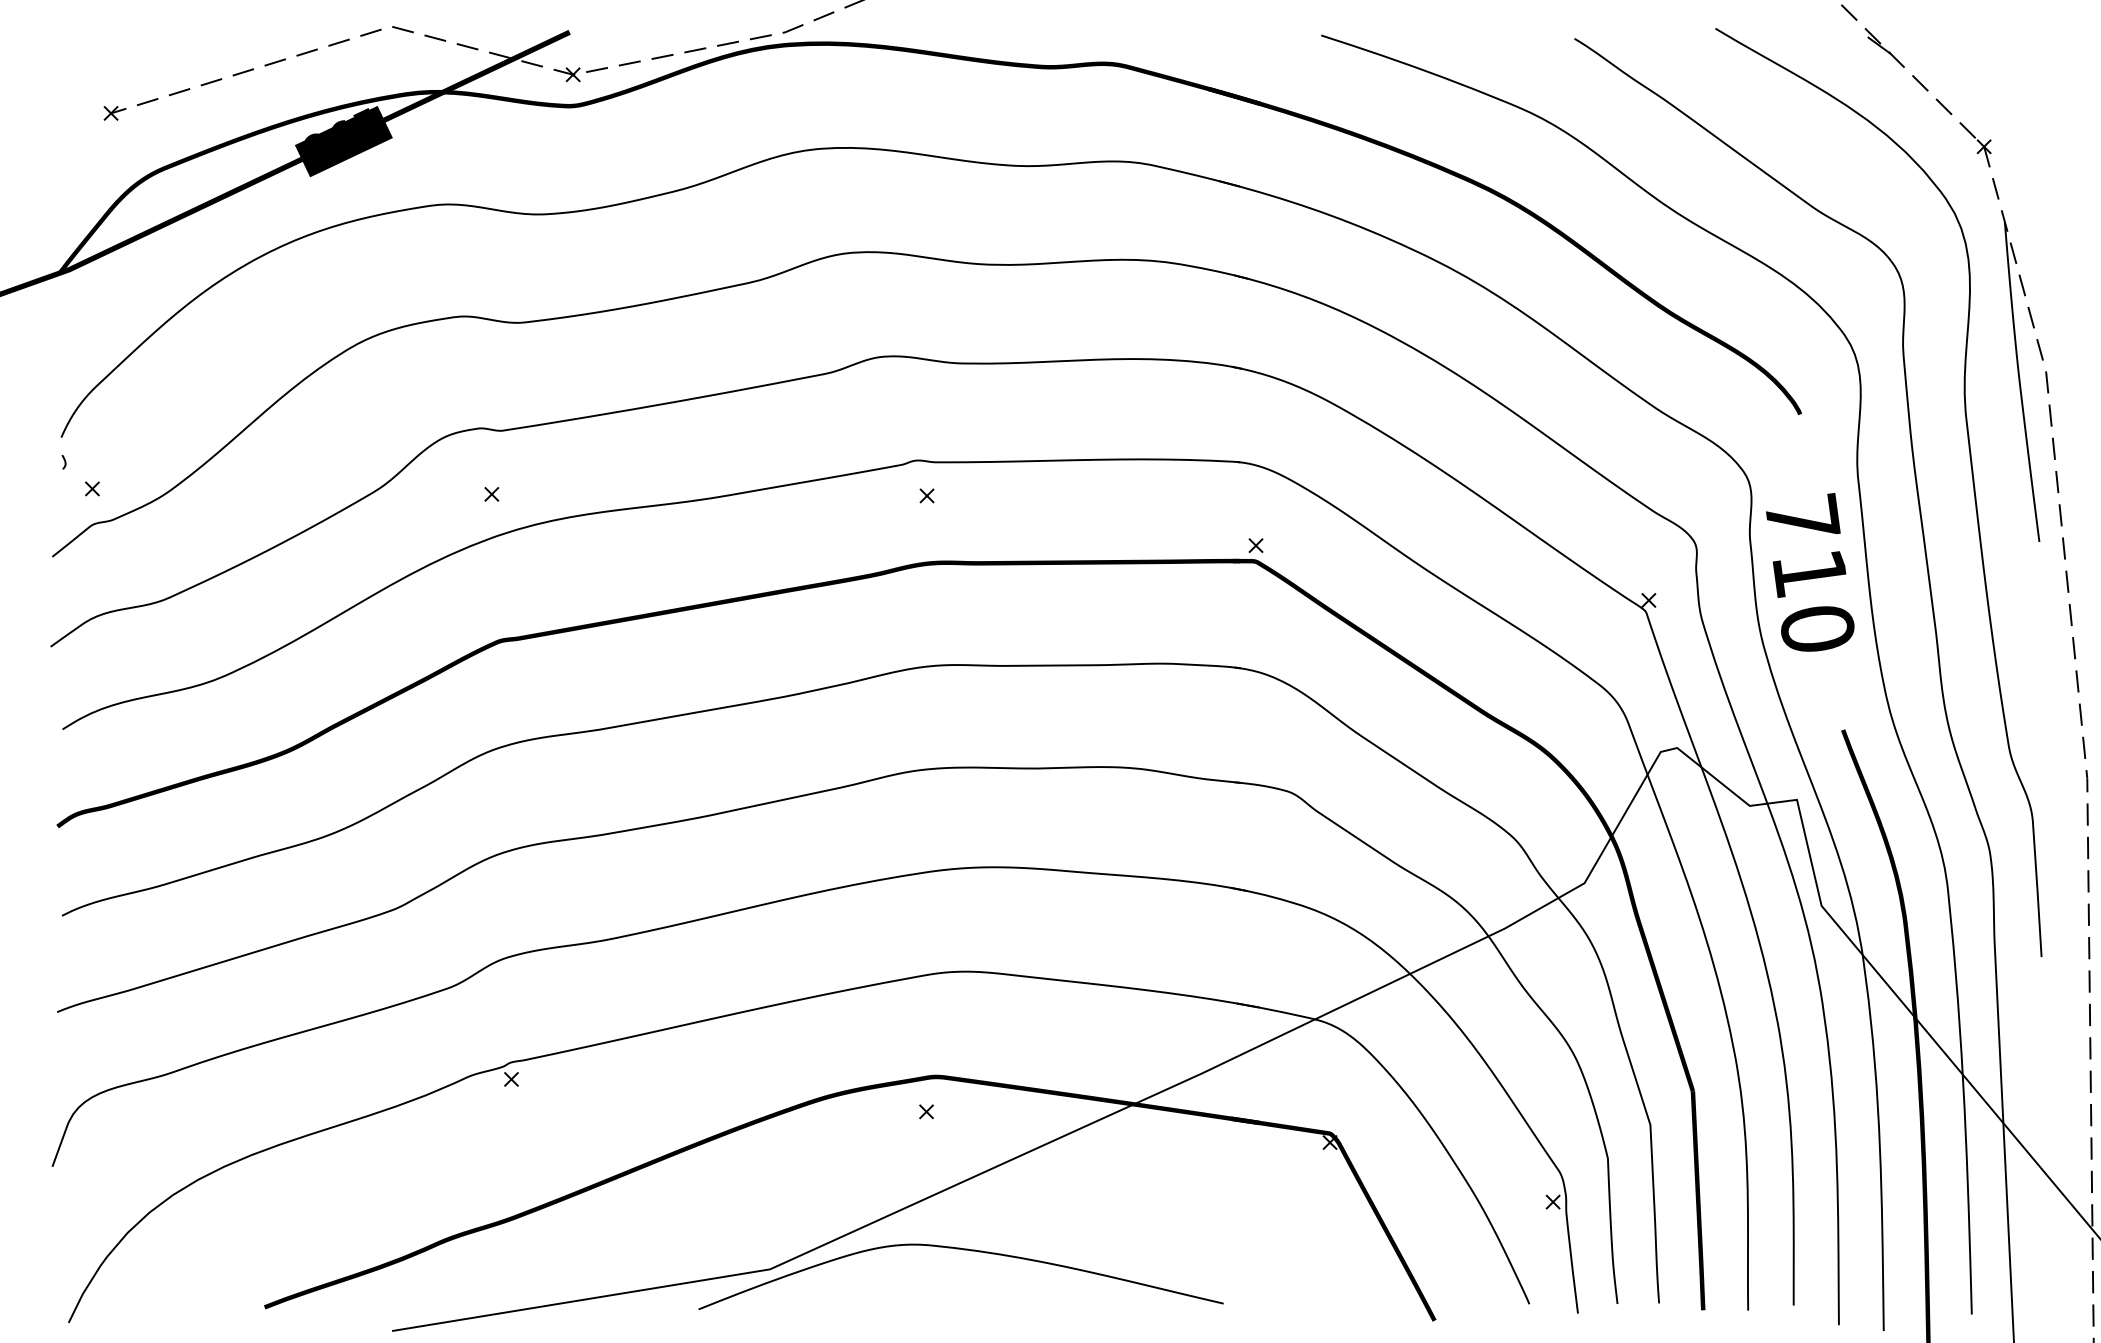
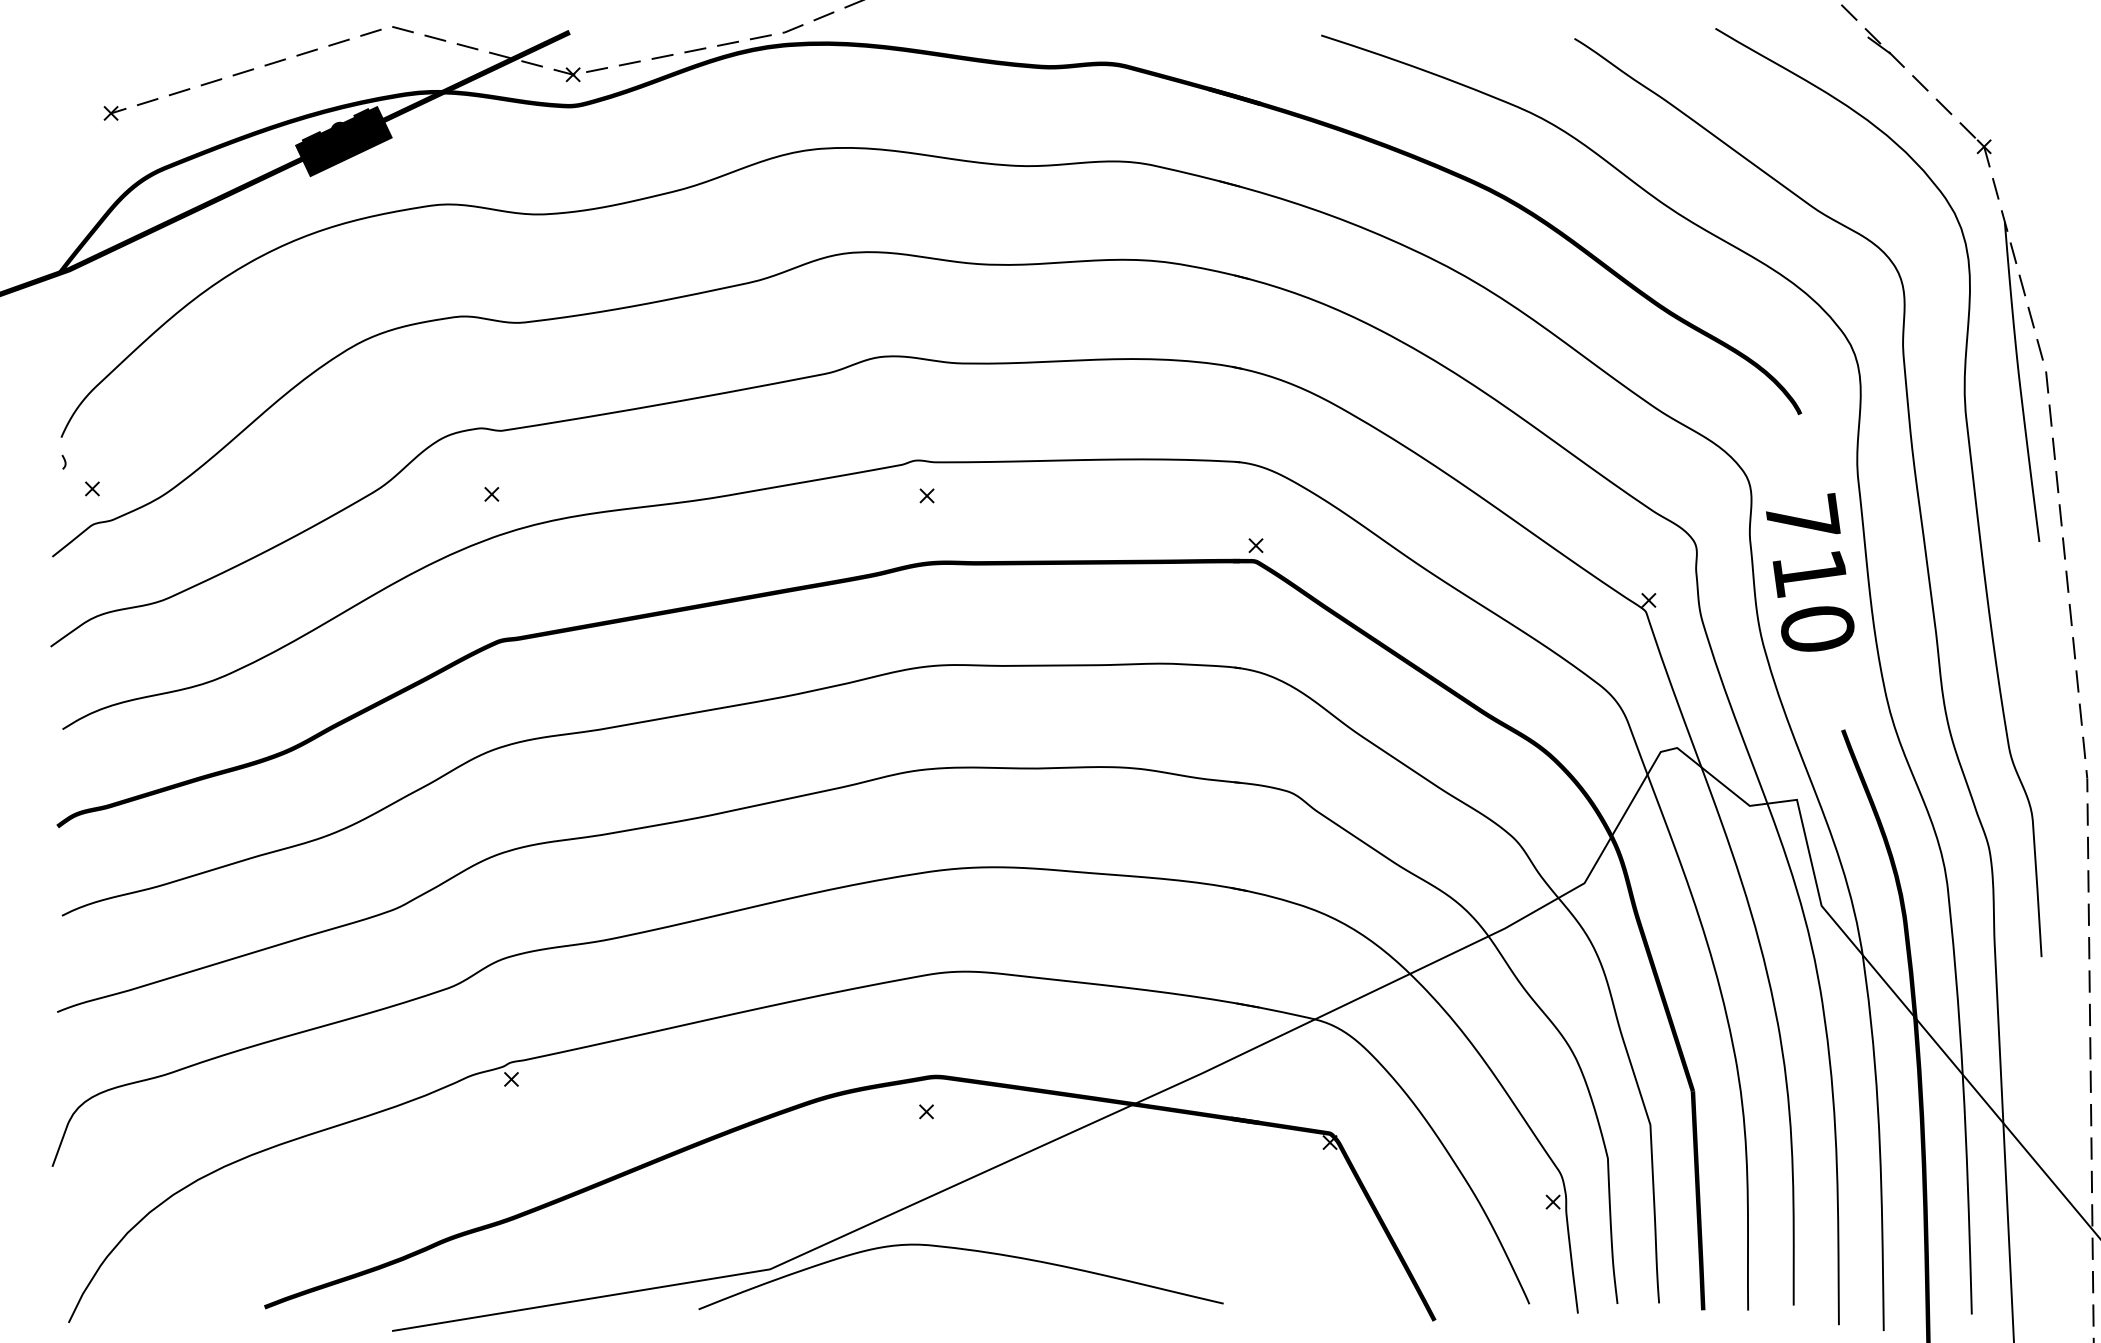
text at (322, 130): 865 -> 705
